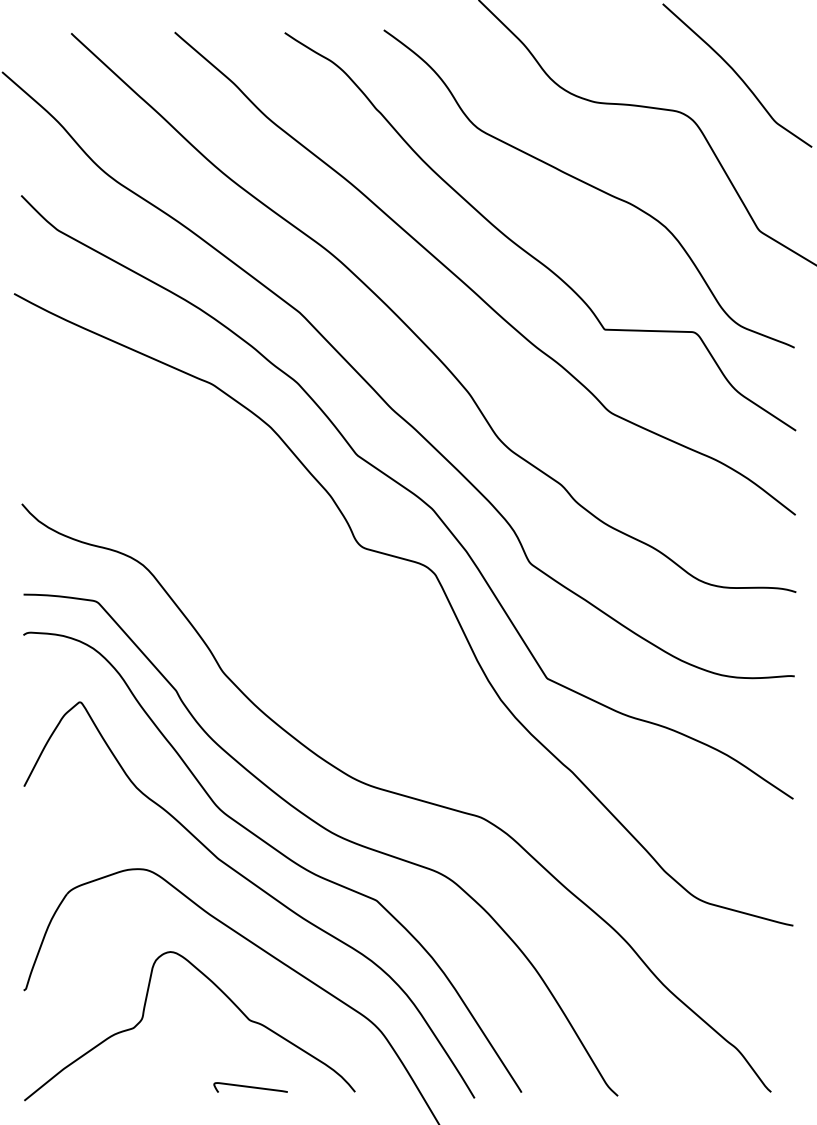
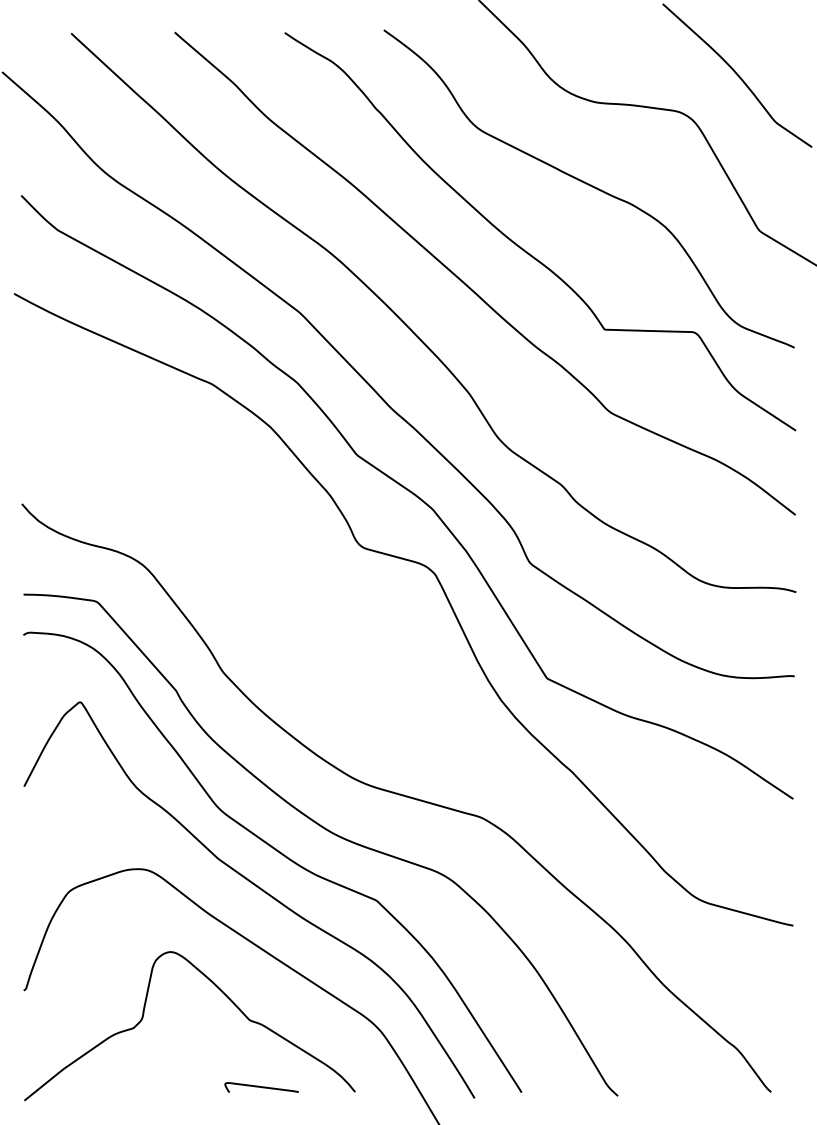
curve at (250, 1087) position: (250, 1087) -> (261, 1087)
